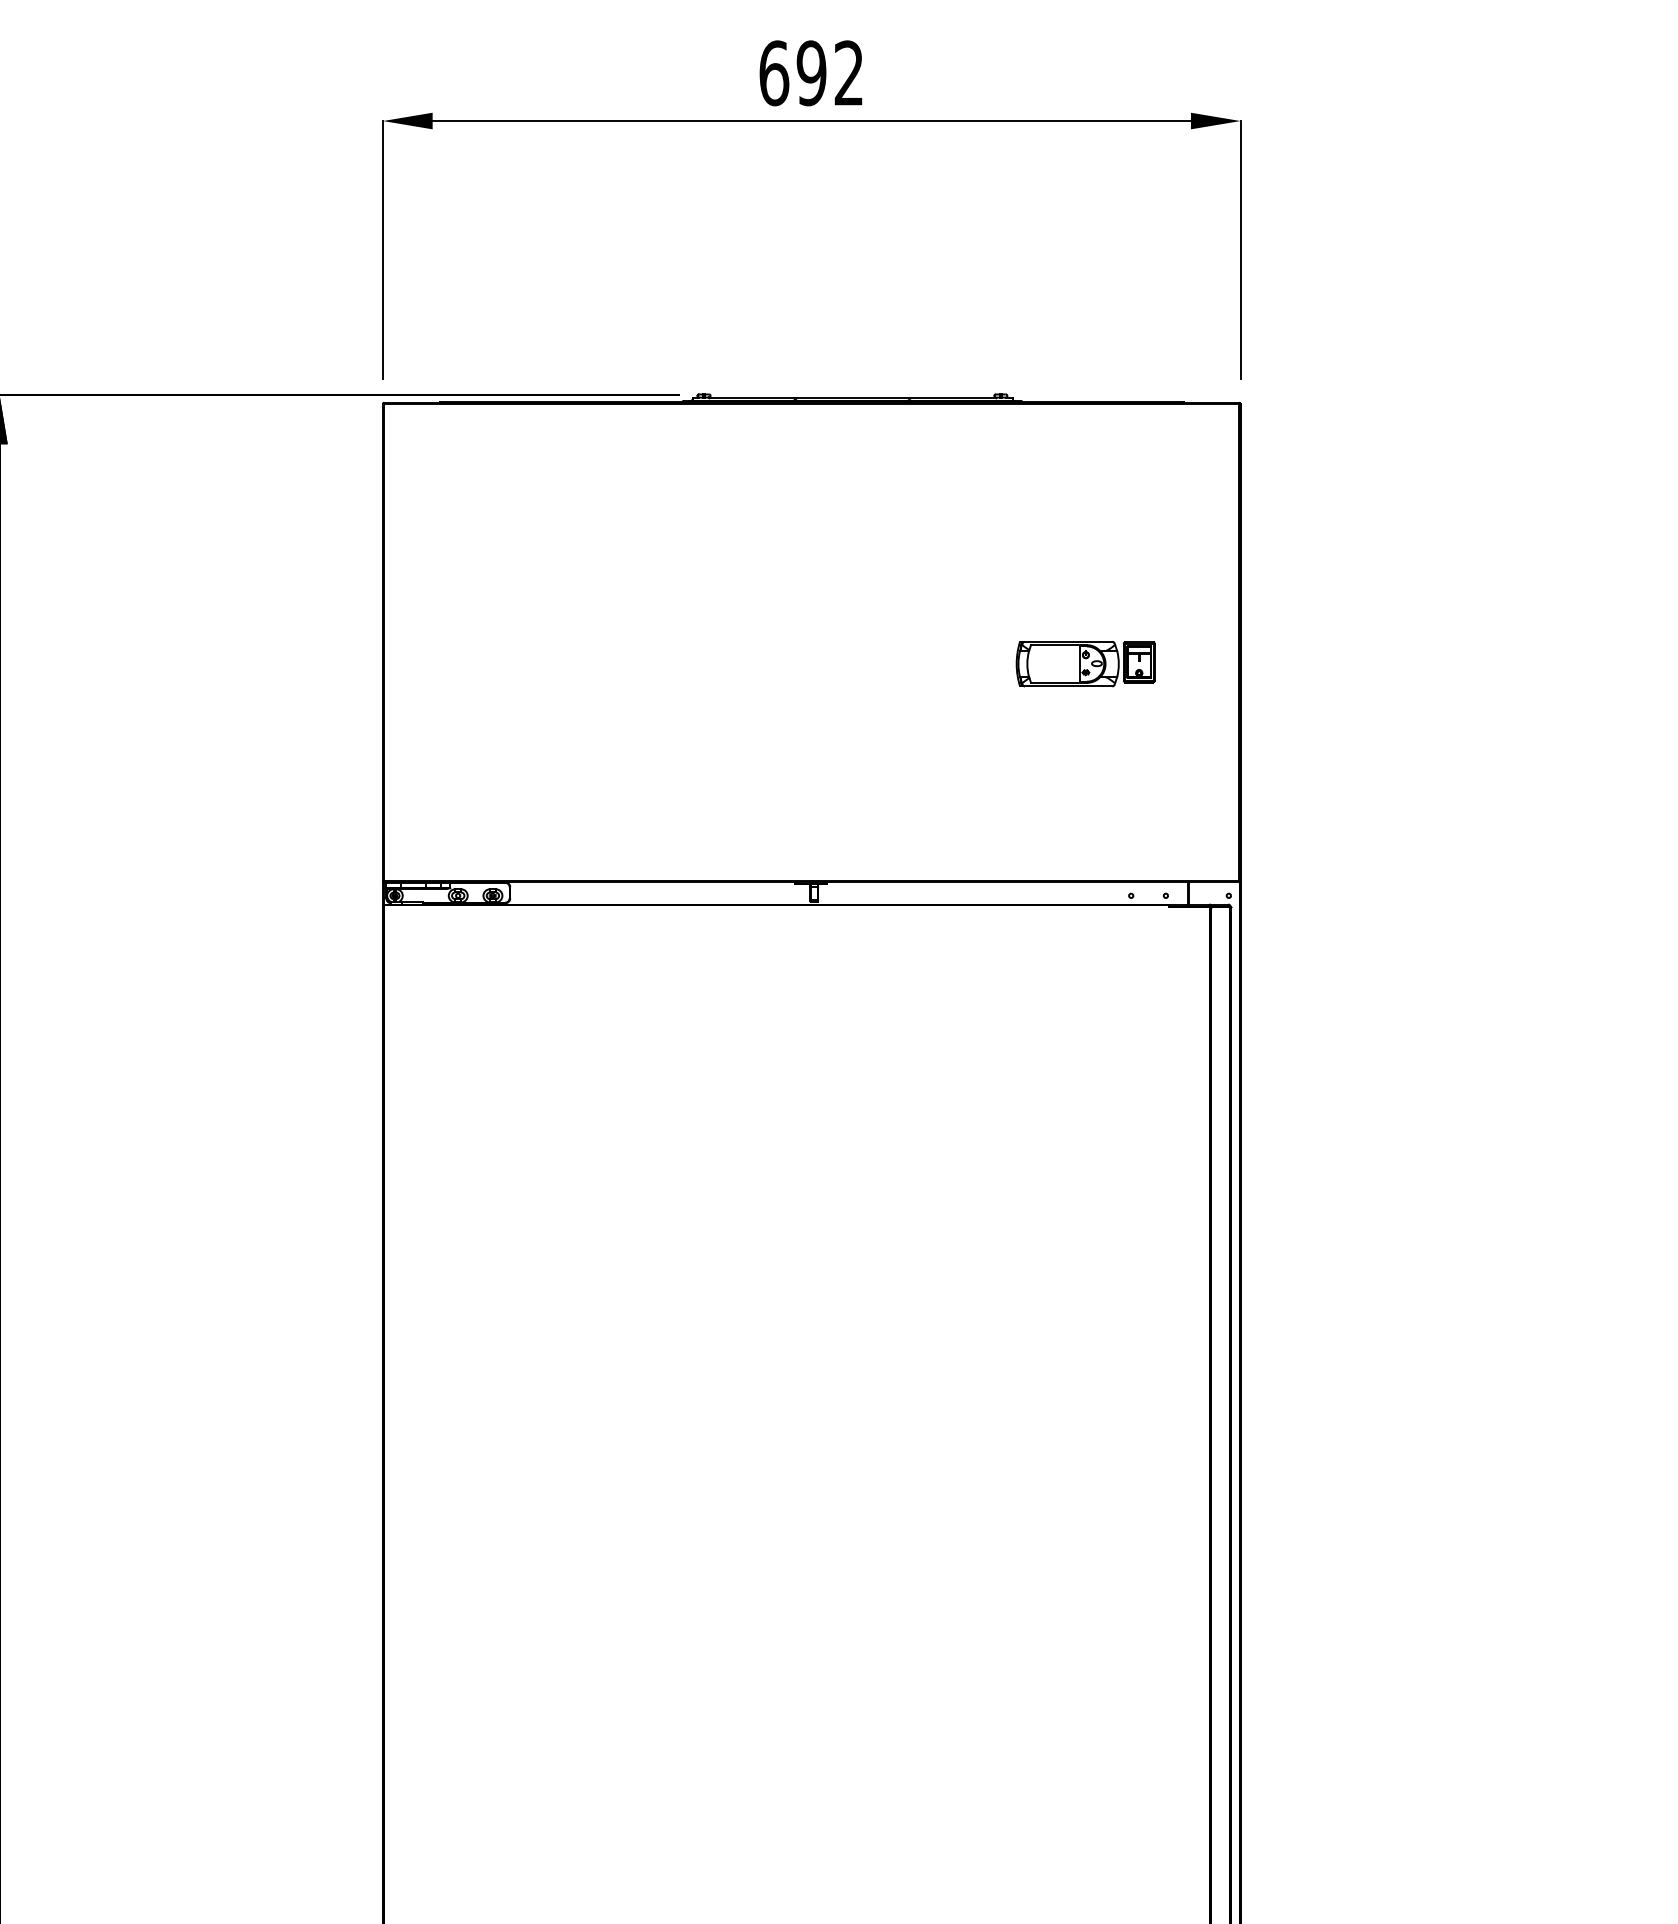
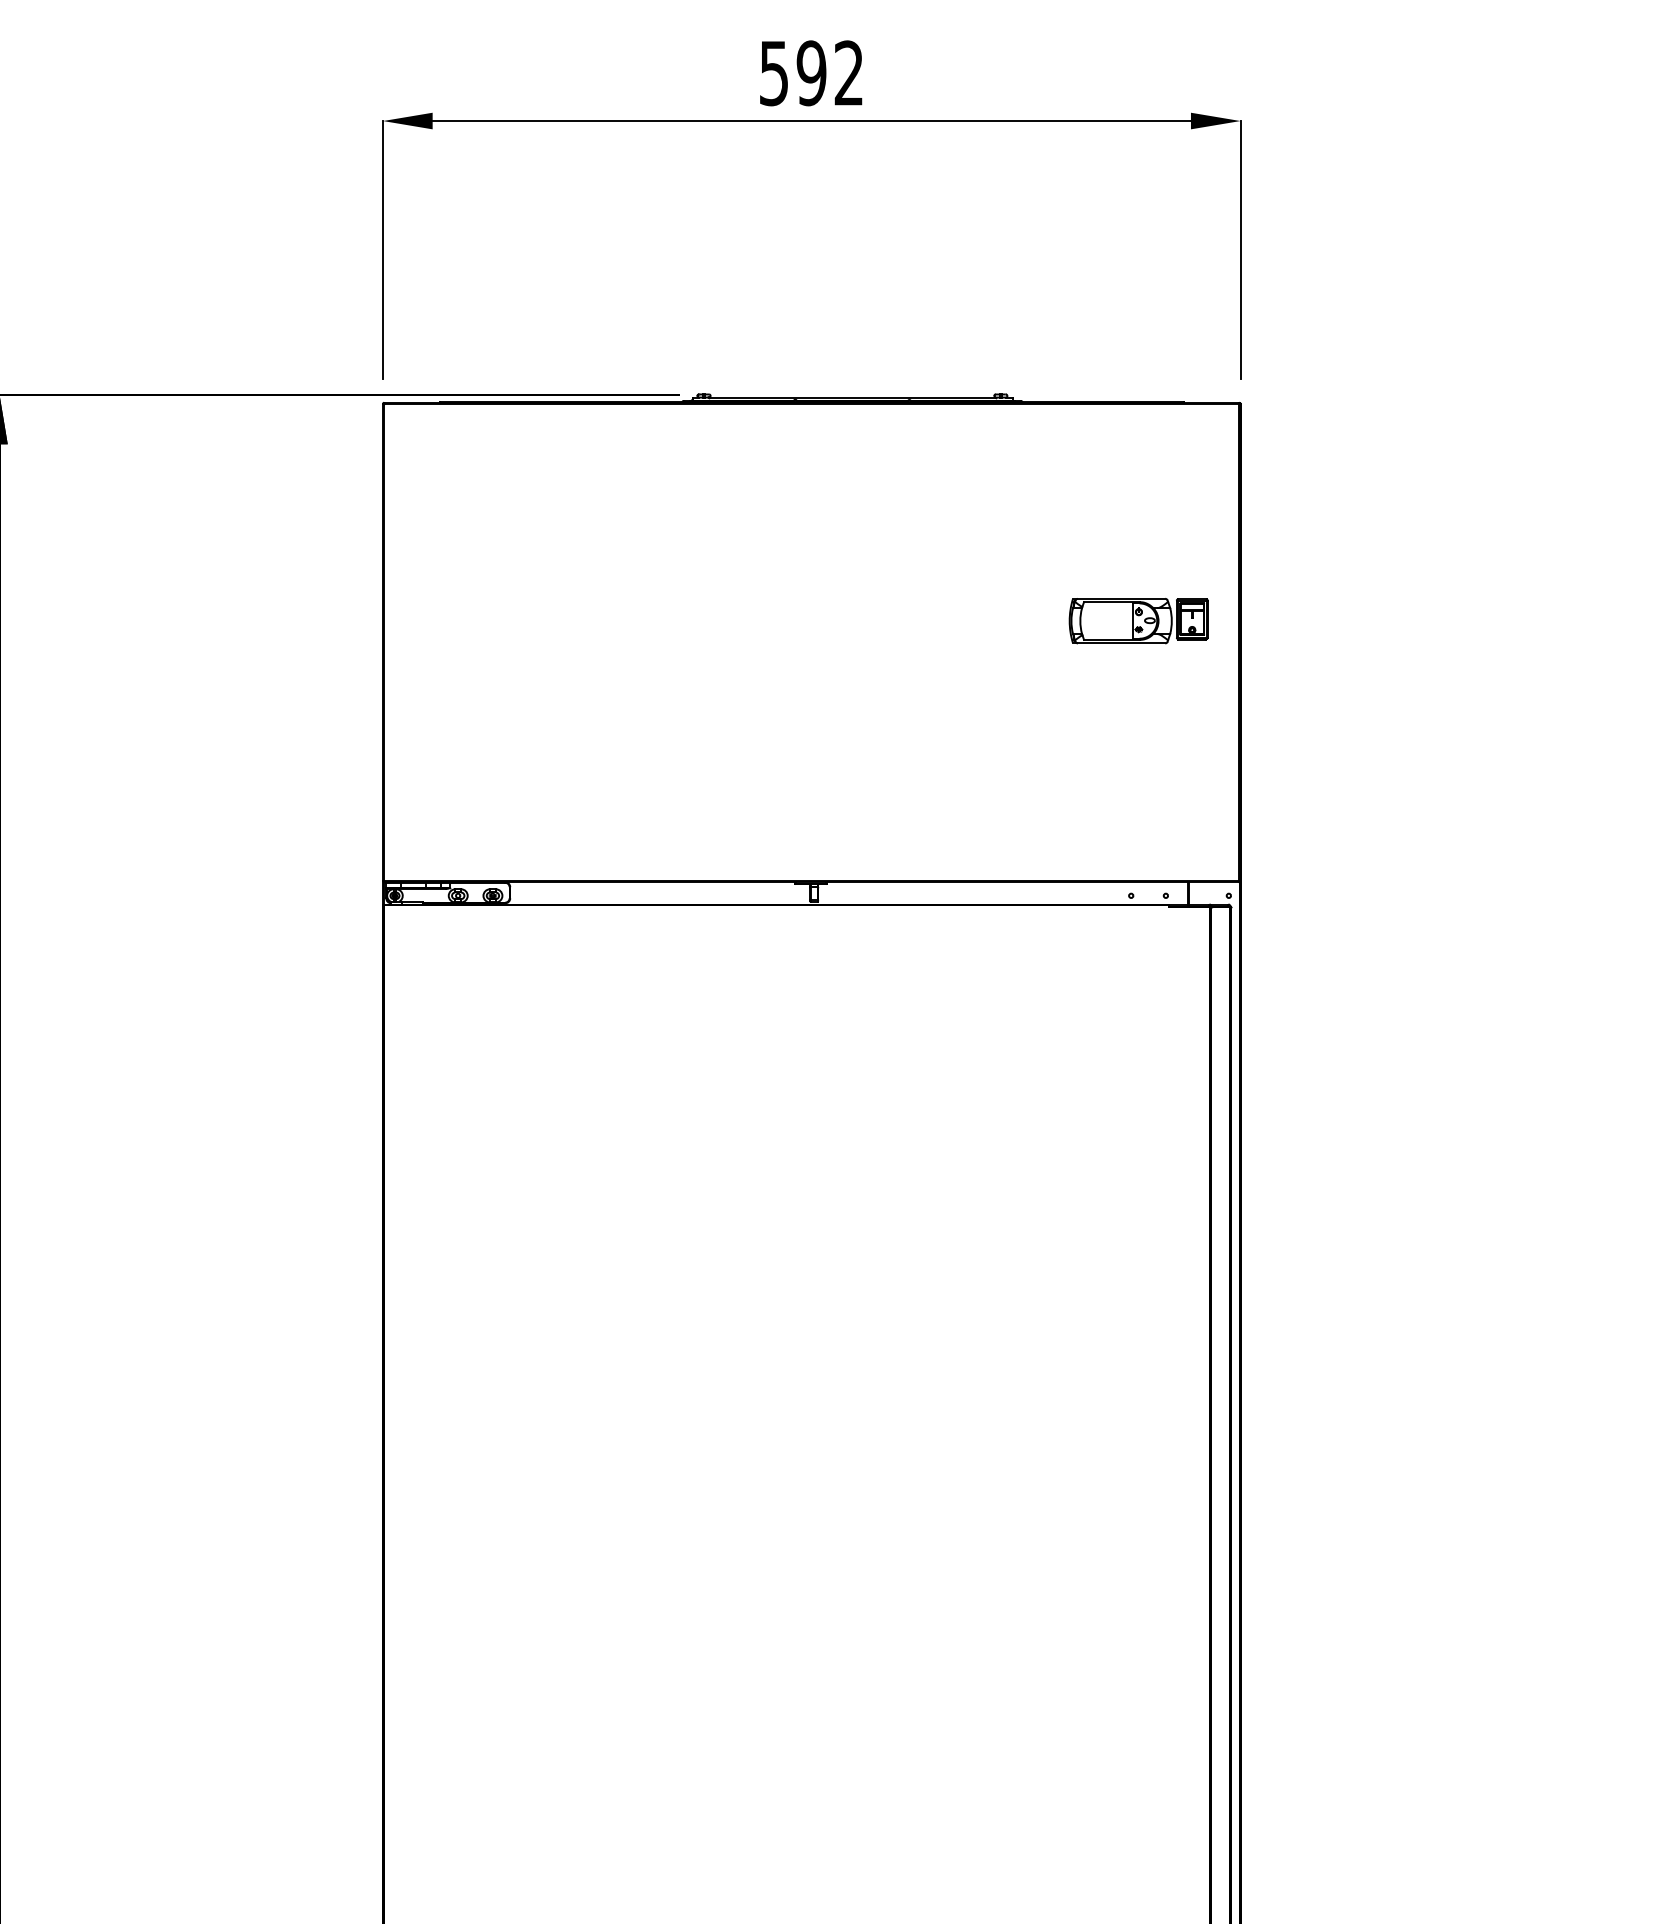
text at (774, 73): 692 -> 592
part at (1085, 664) position: (1085, 664) -> (1138, 621)
